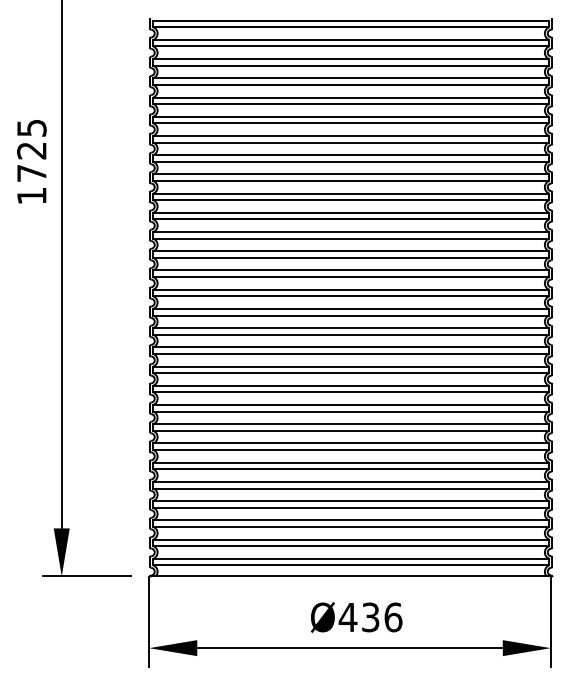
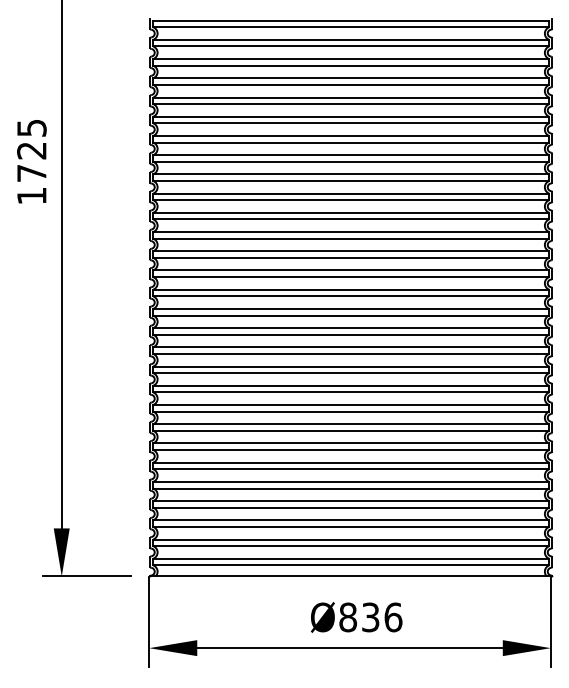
text at (347, 617): Ø436 -> Ø836
